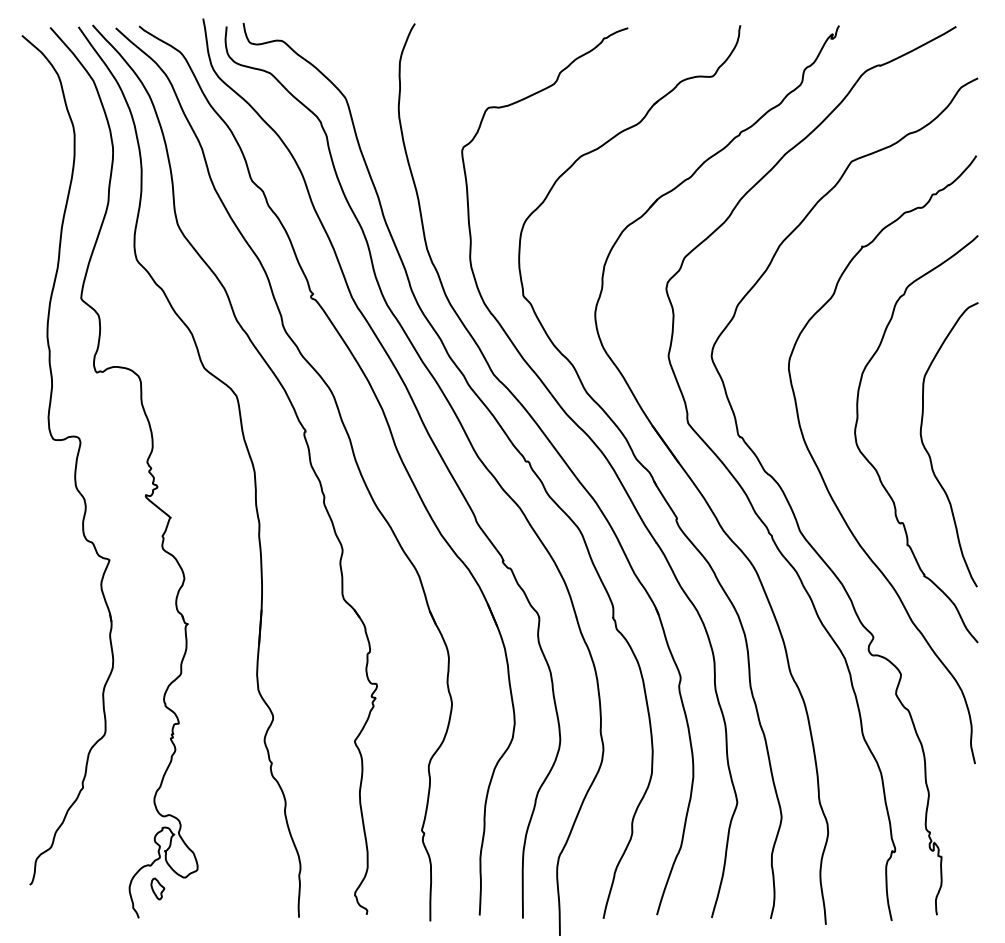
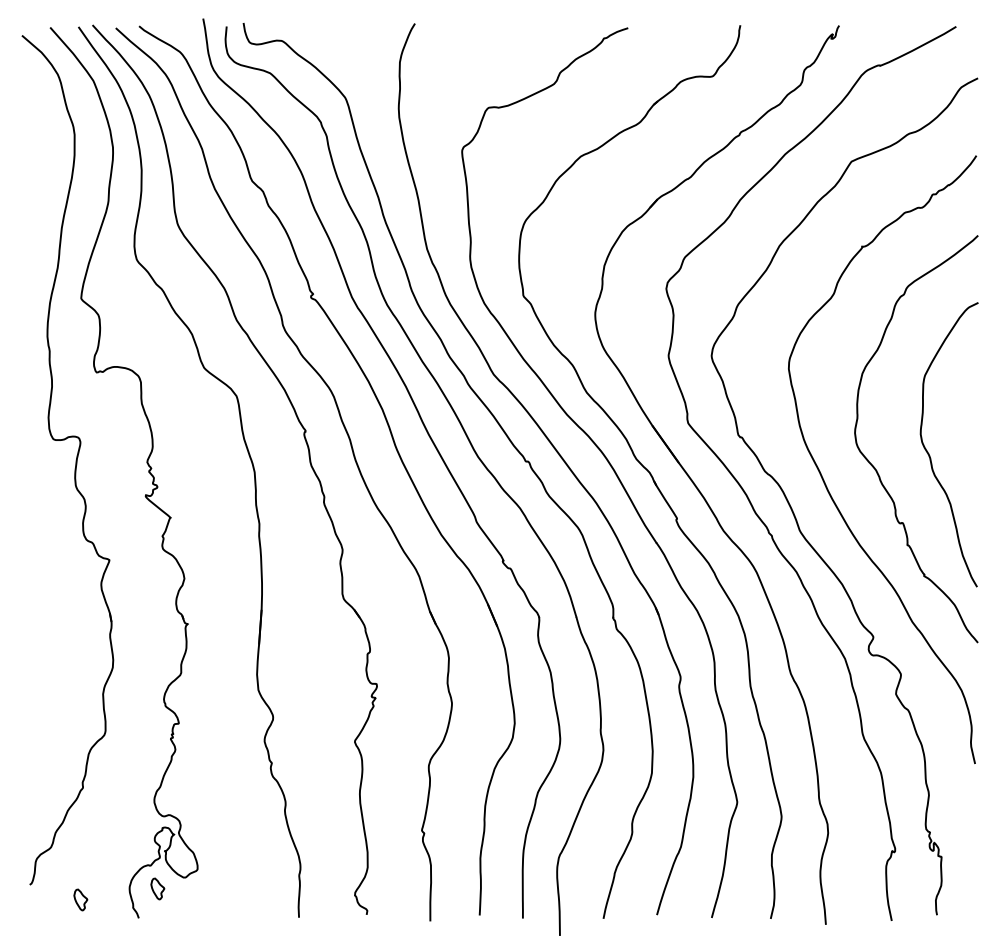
part at (80, 899): none -> present
